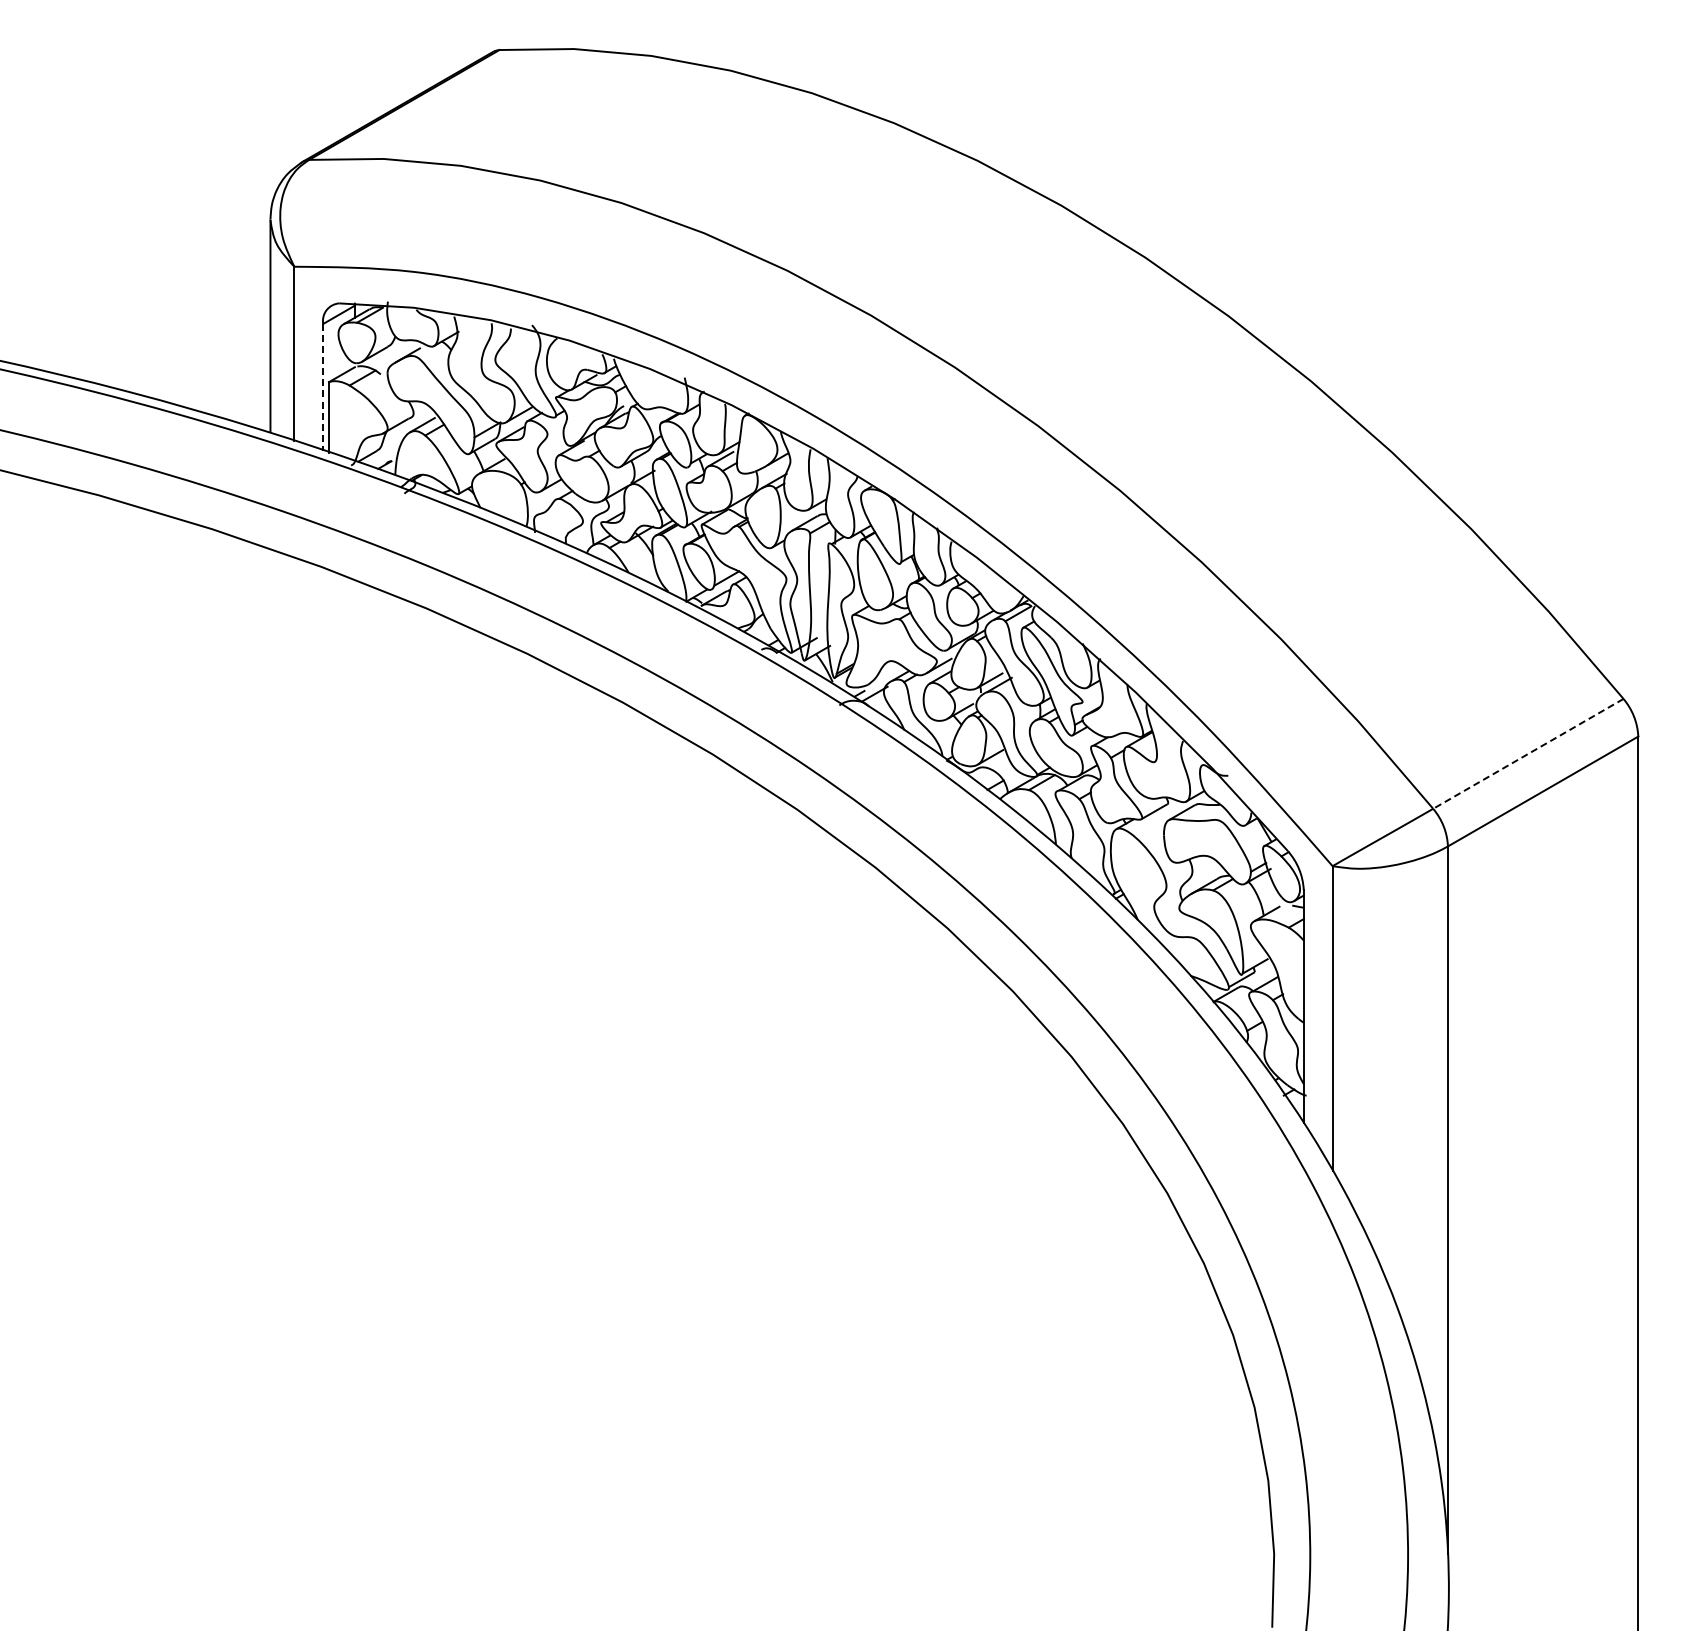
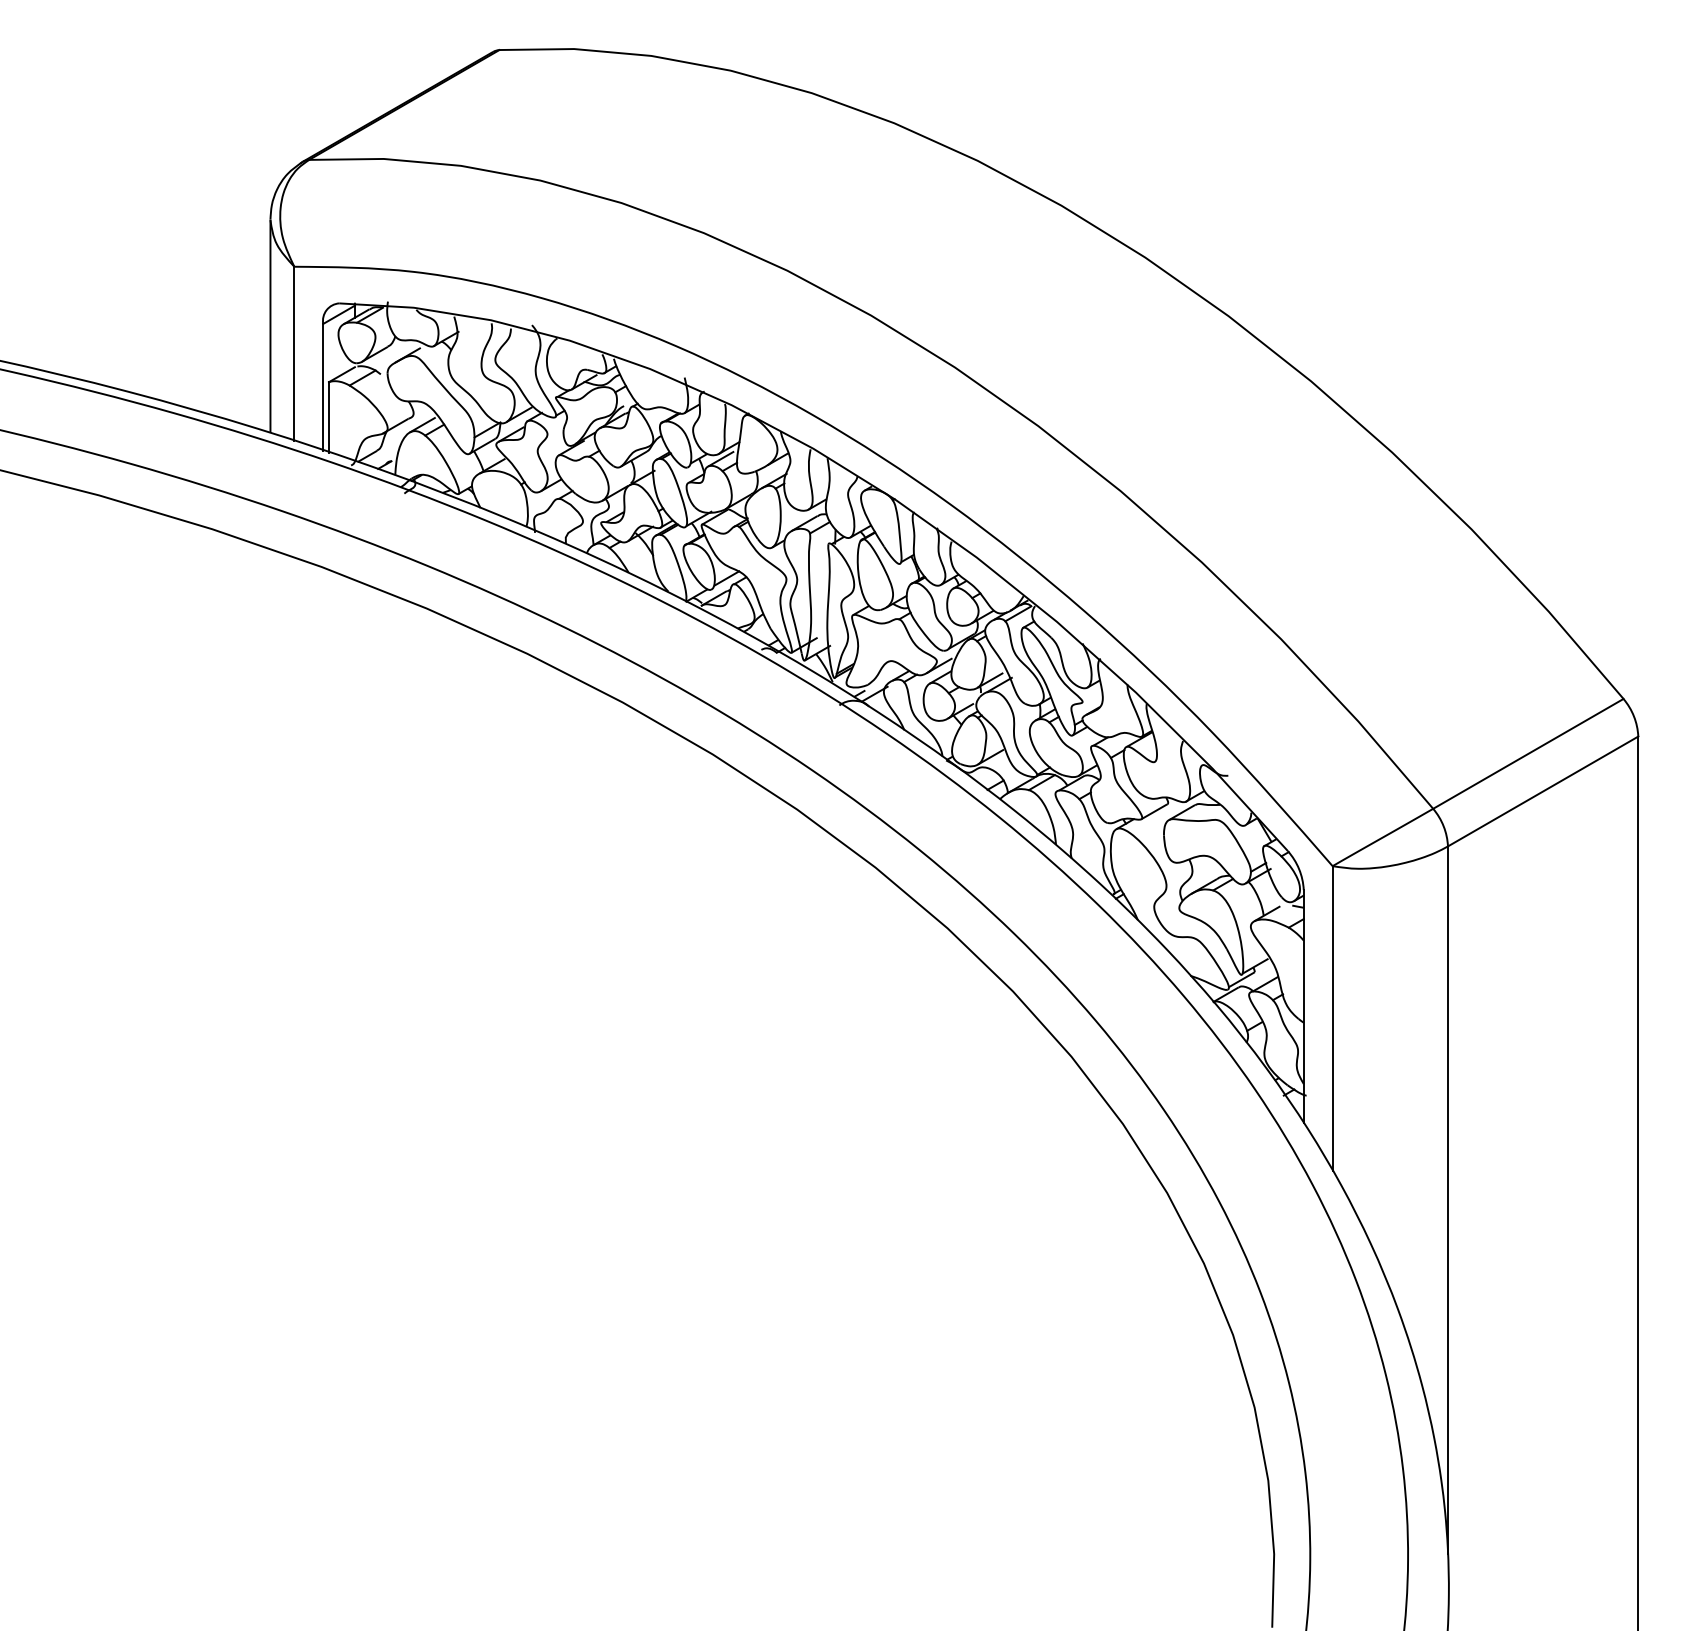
line at (323, 387): dashed -> solid
line at (1528, 753): dashed -> solid
